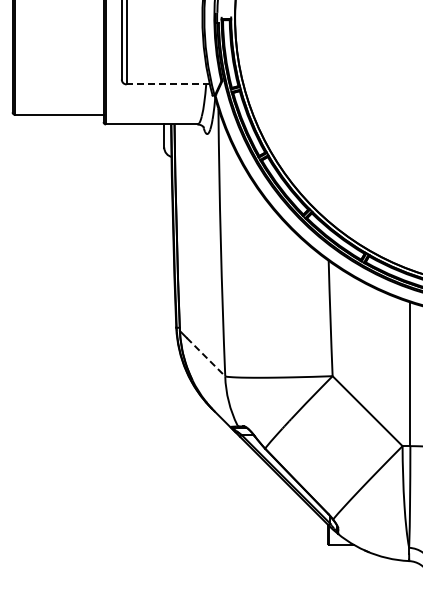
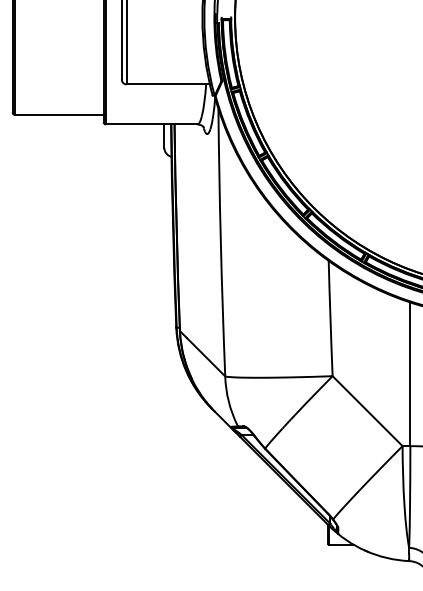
line at (168, 84): dashed -> solid
line at (206, 357): dashed -> solid
